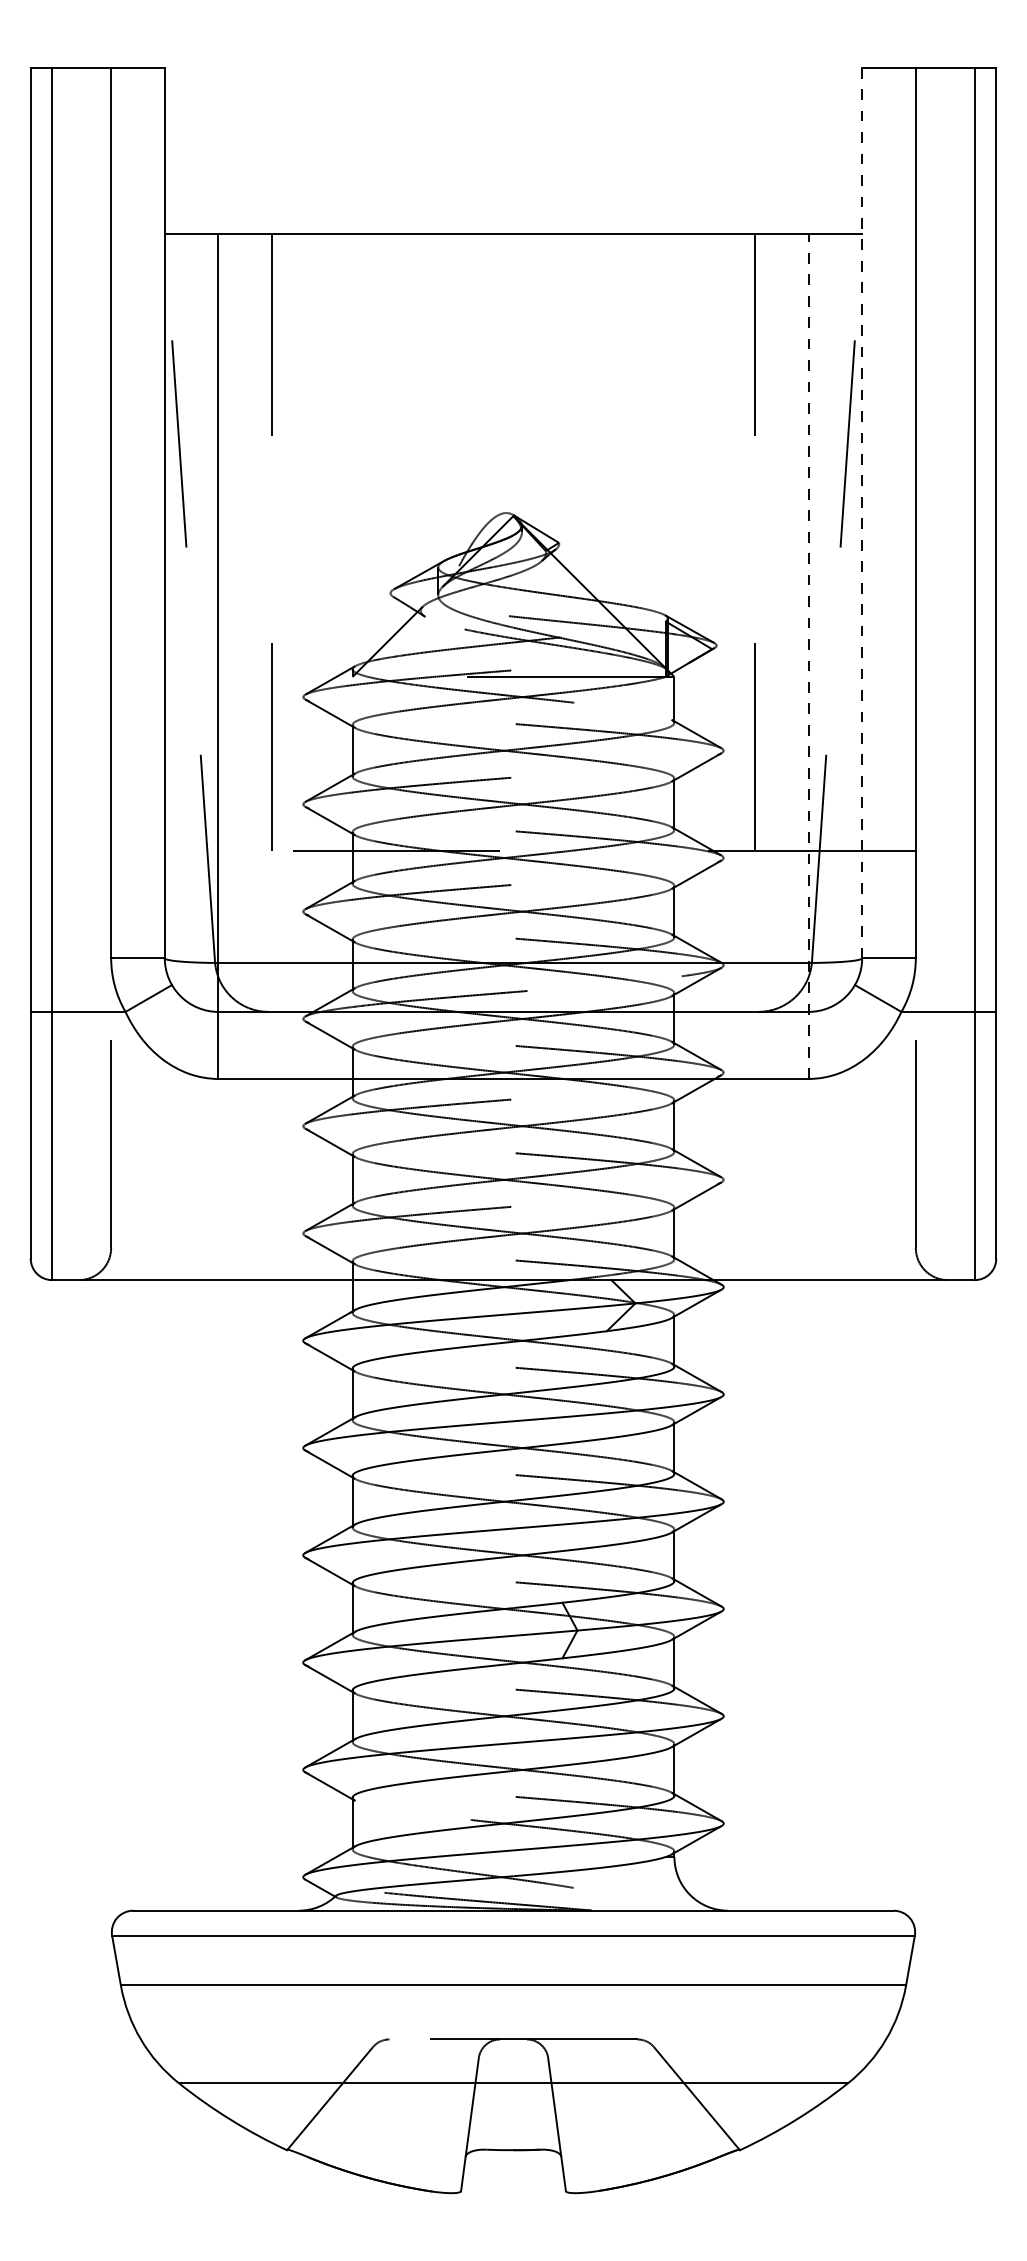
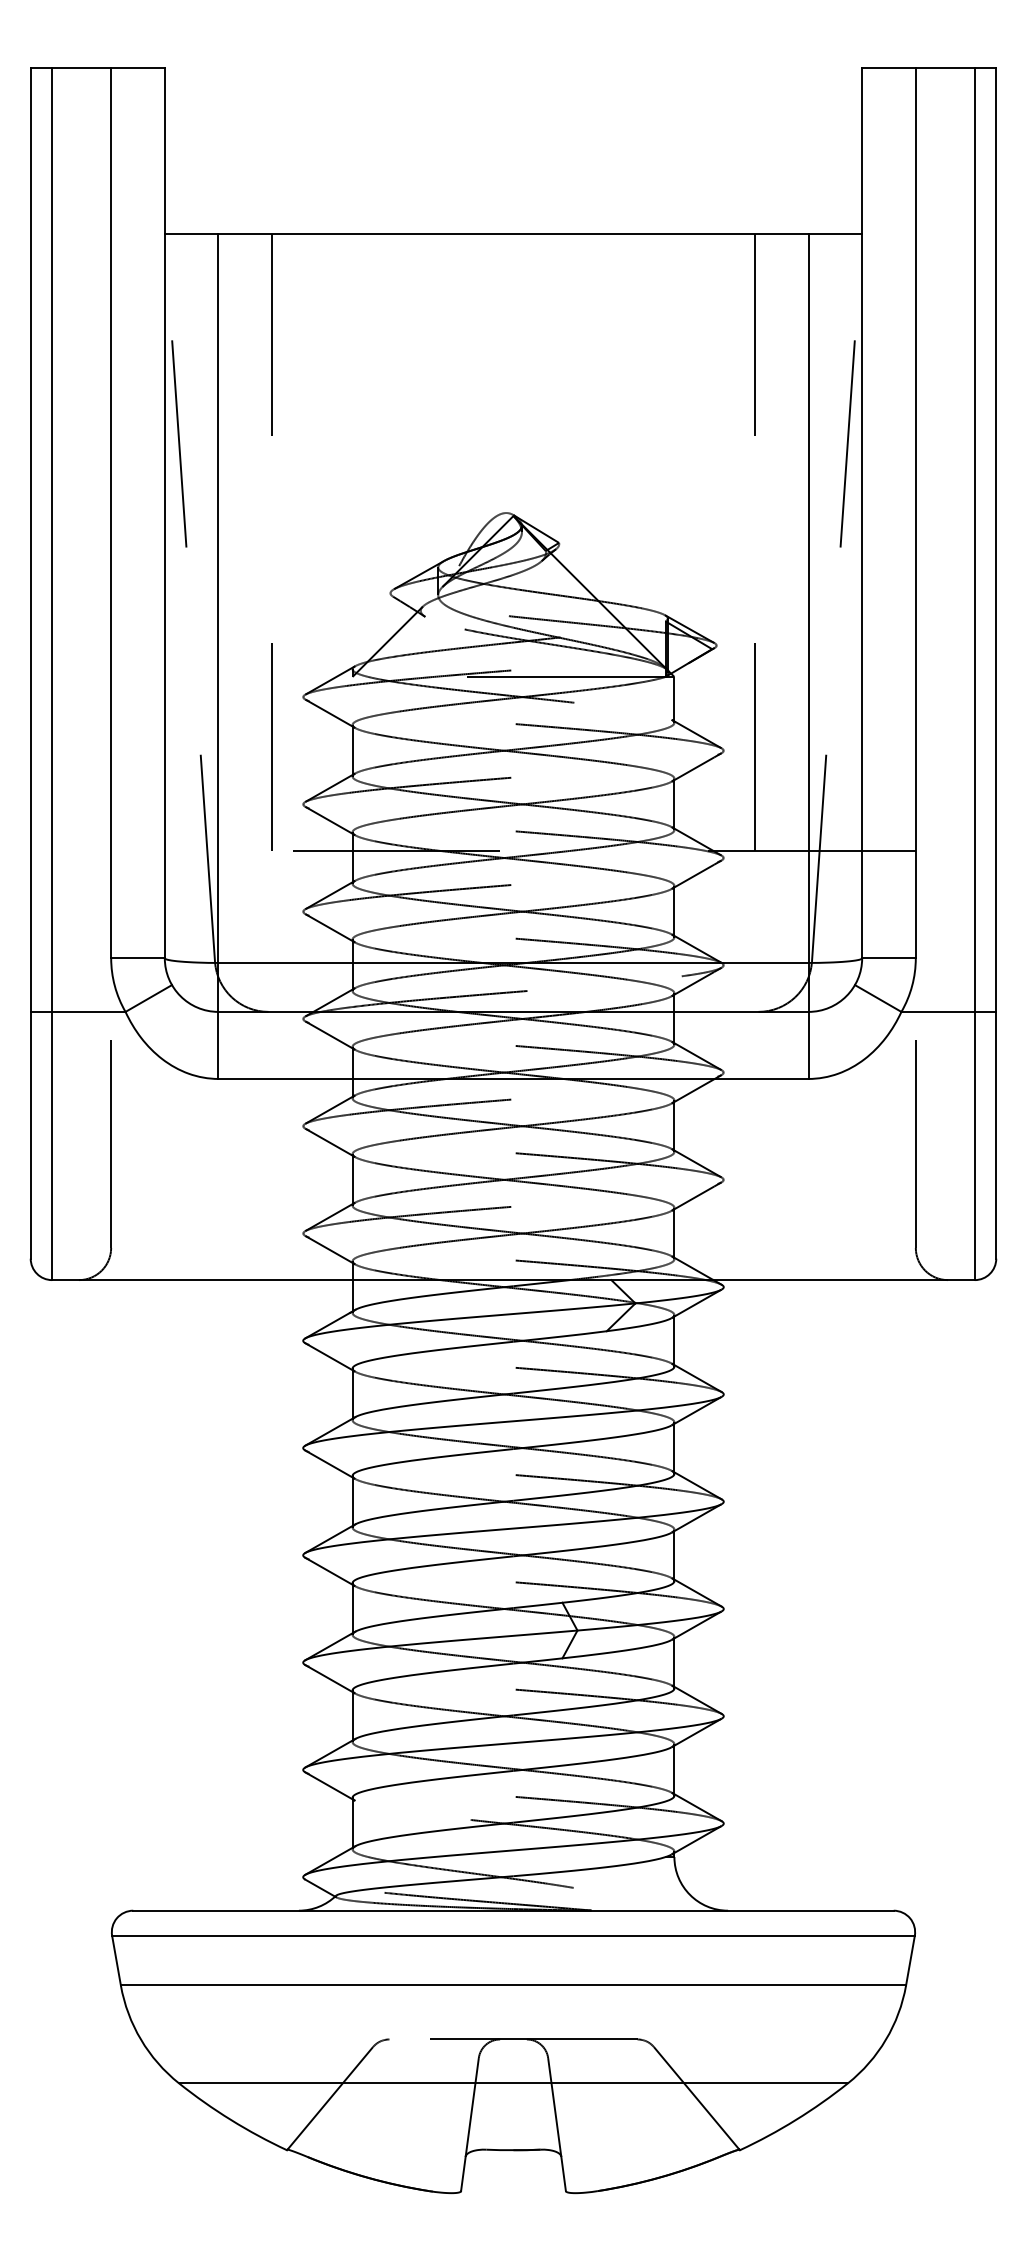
line at (862, 512): dashed -> solid
line at (808, 656): dashed -> solid
